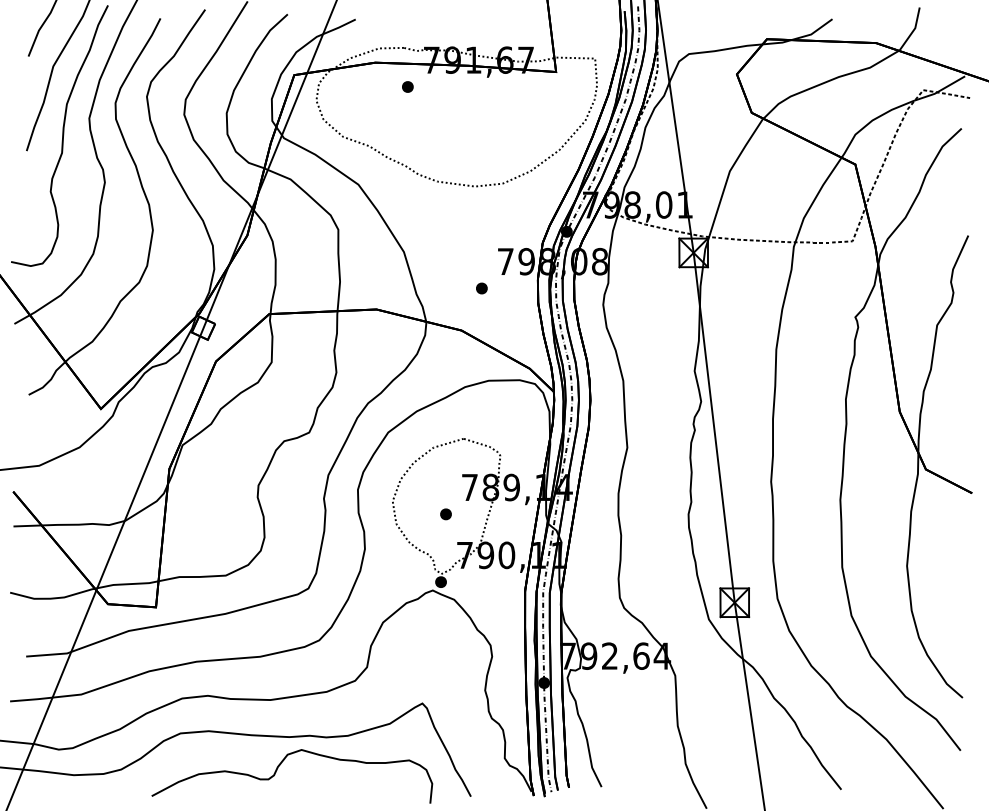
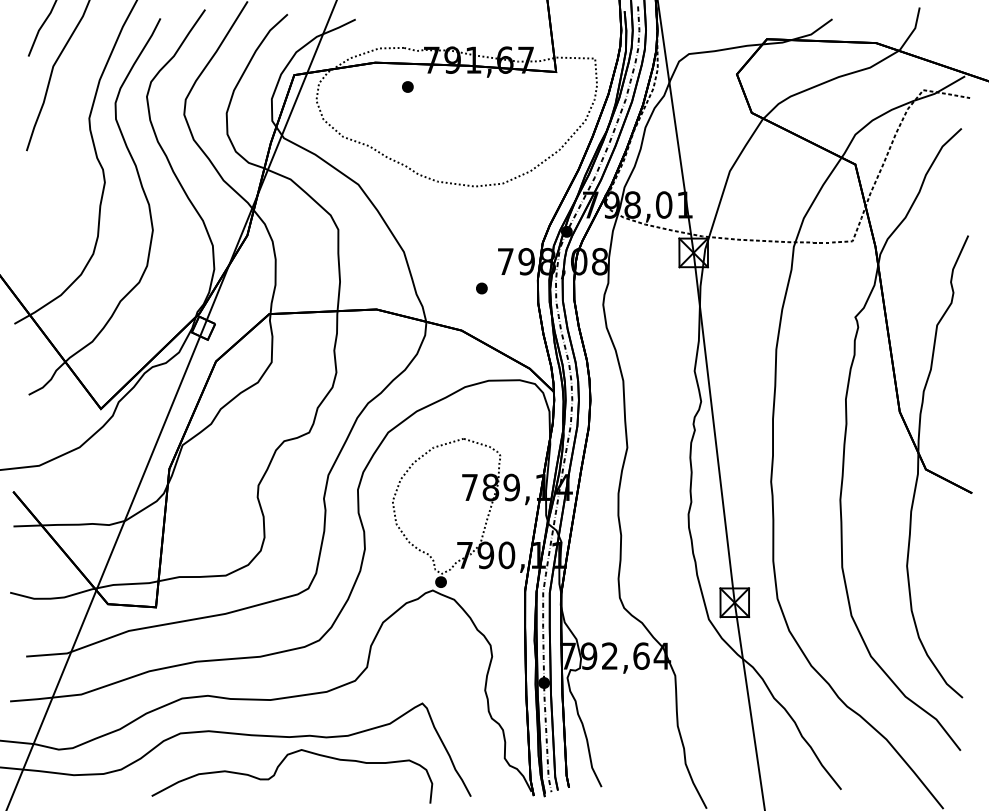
curve at (62, 135): present -> none
part at (445, 514): present -> none
